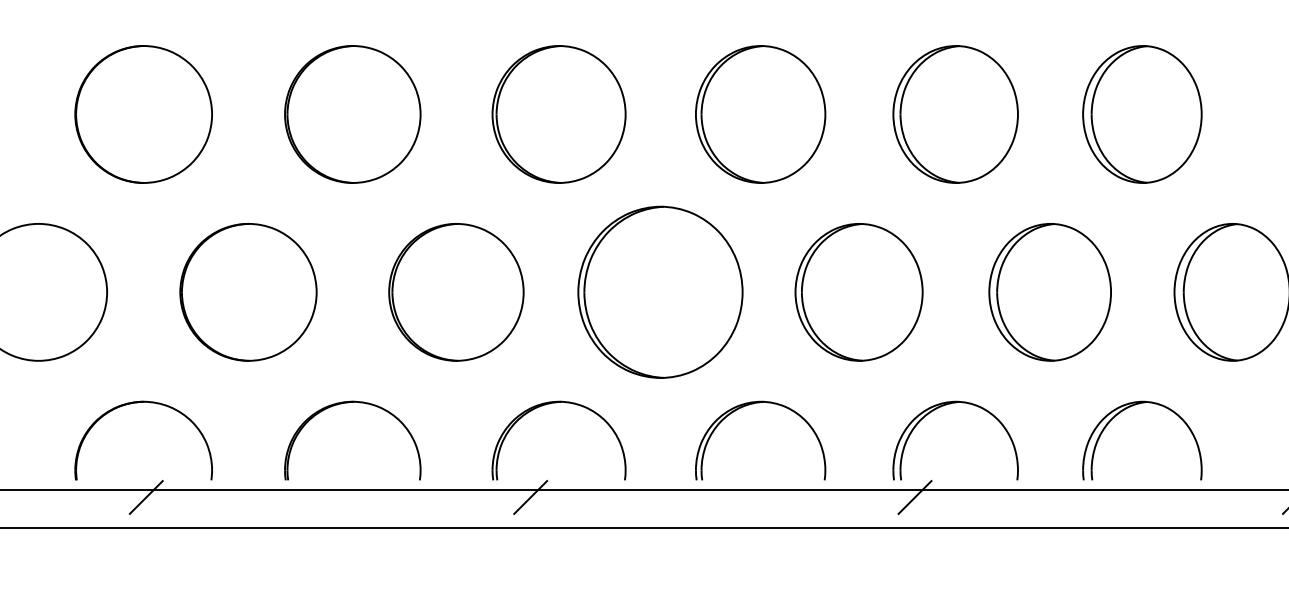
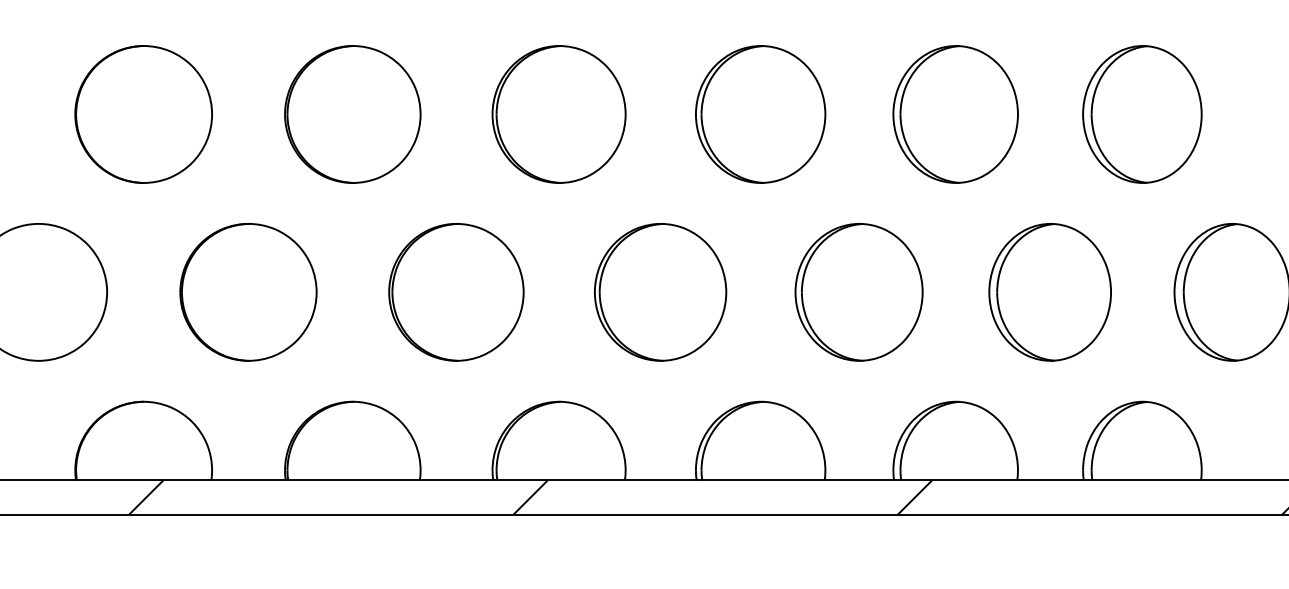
part at (660, 291) size: 167x174 px -> 134x139 px
line at (643, 490) position: (643, 490) -> (643, 480)
line at (643, 527) position: (643, 527) -> (643, 514)
